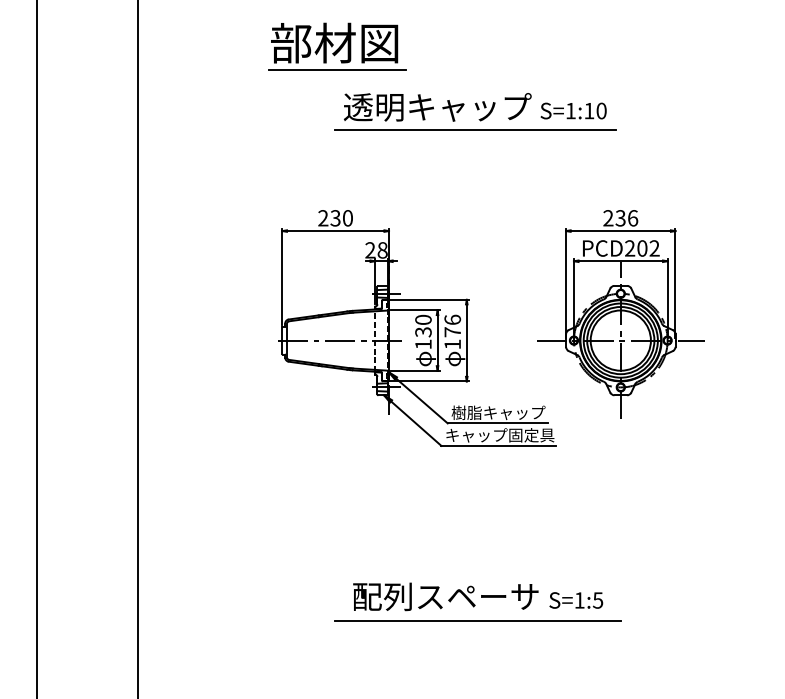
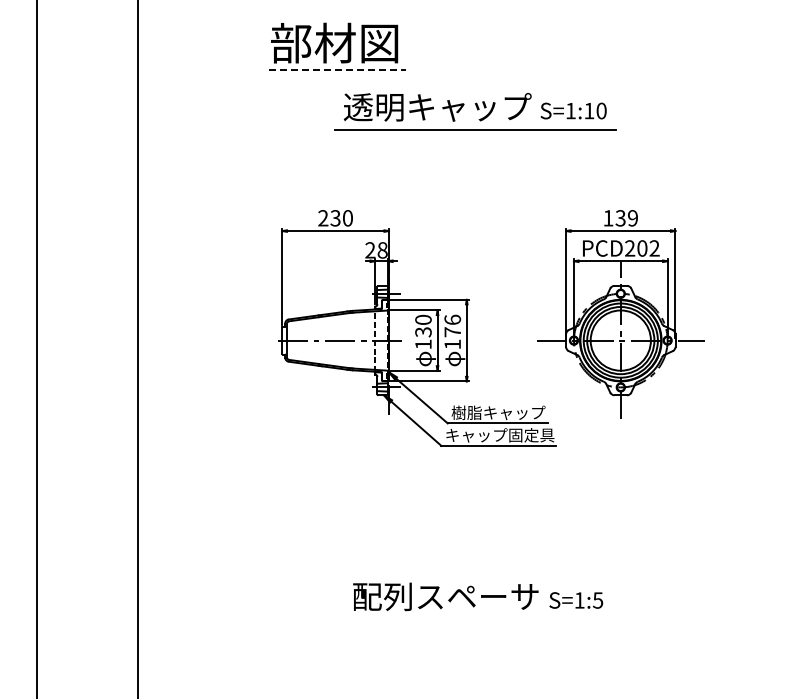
line at (337, 70): solid -> dashed
text at (620, 218): 236 -> 139
line at (477, 620): present -> none
